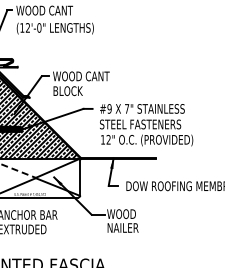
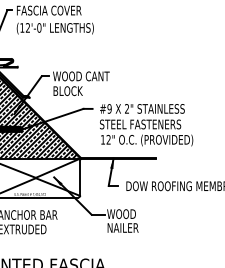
text at (48, 10): WOOD CANT -> FASCIA COVER
text at (127, 108): 7" -> 2"
line at (18, 171): dashed -> solid
